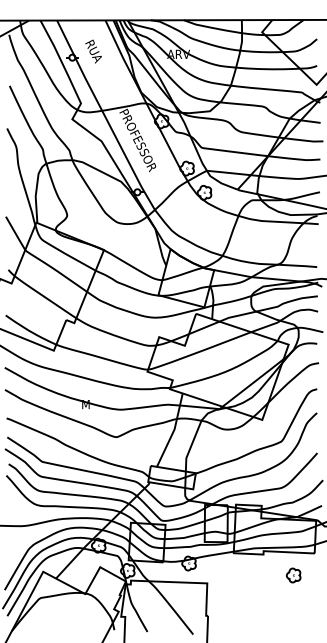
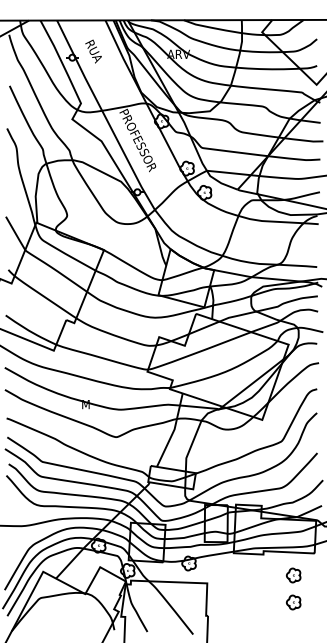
part at (293, 602): none -> present
